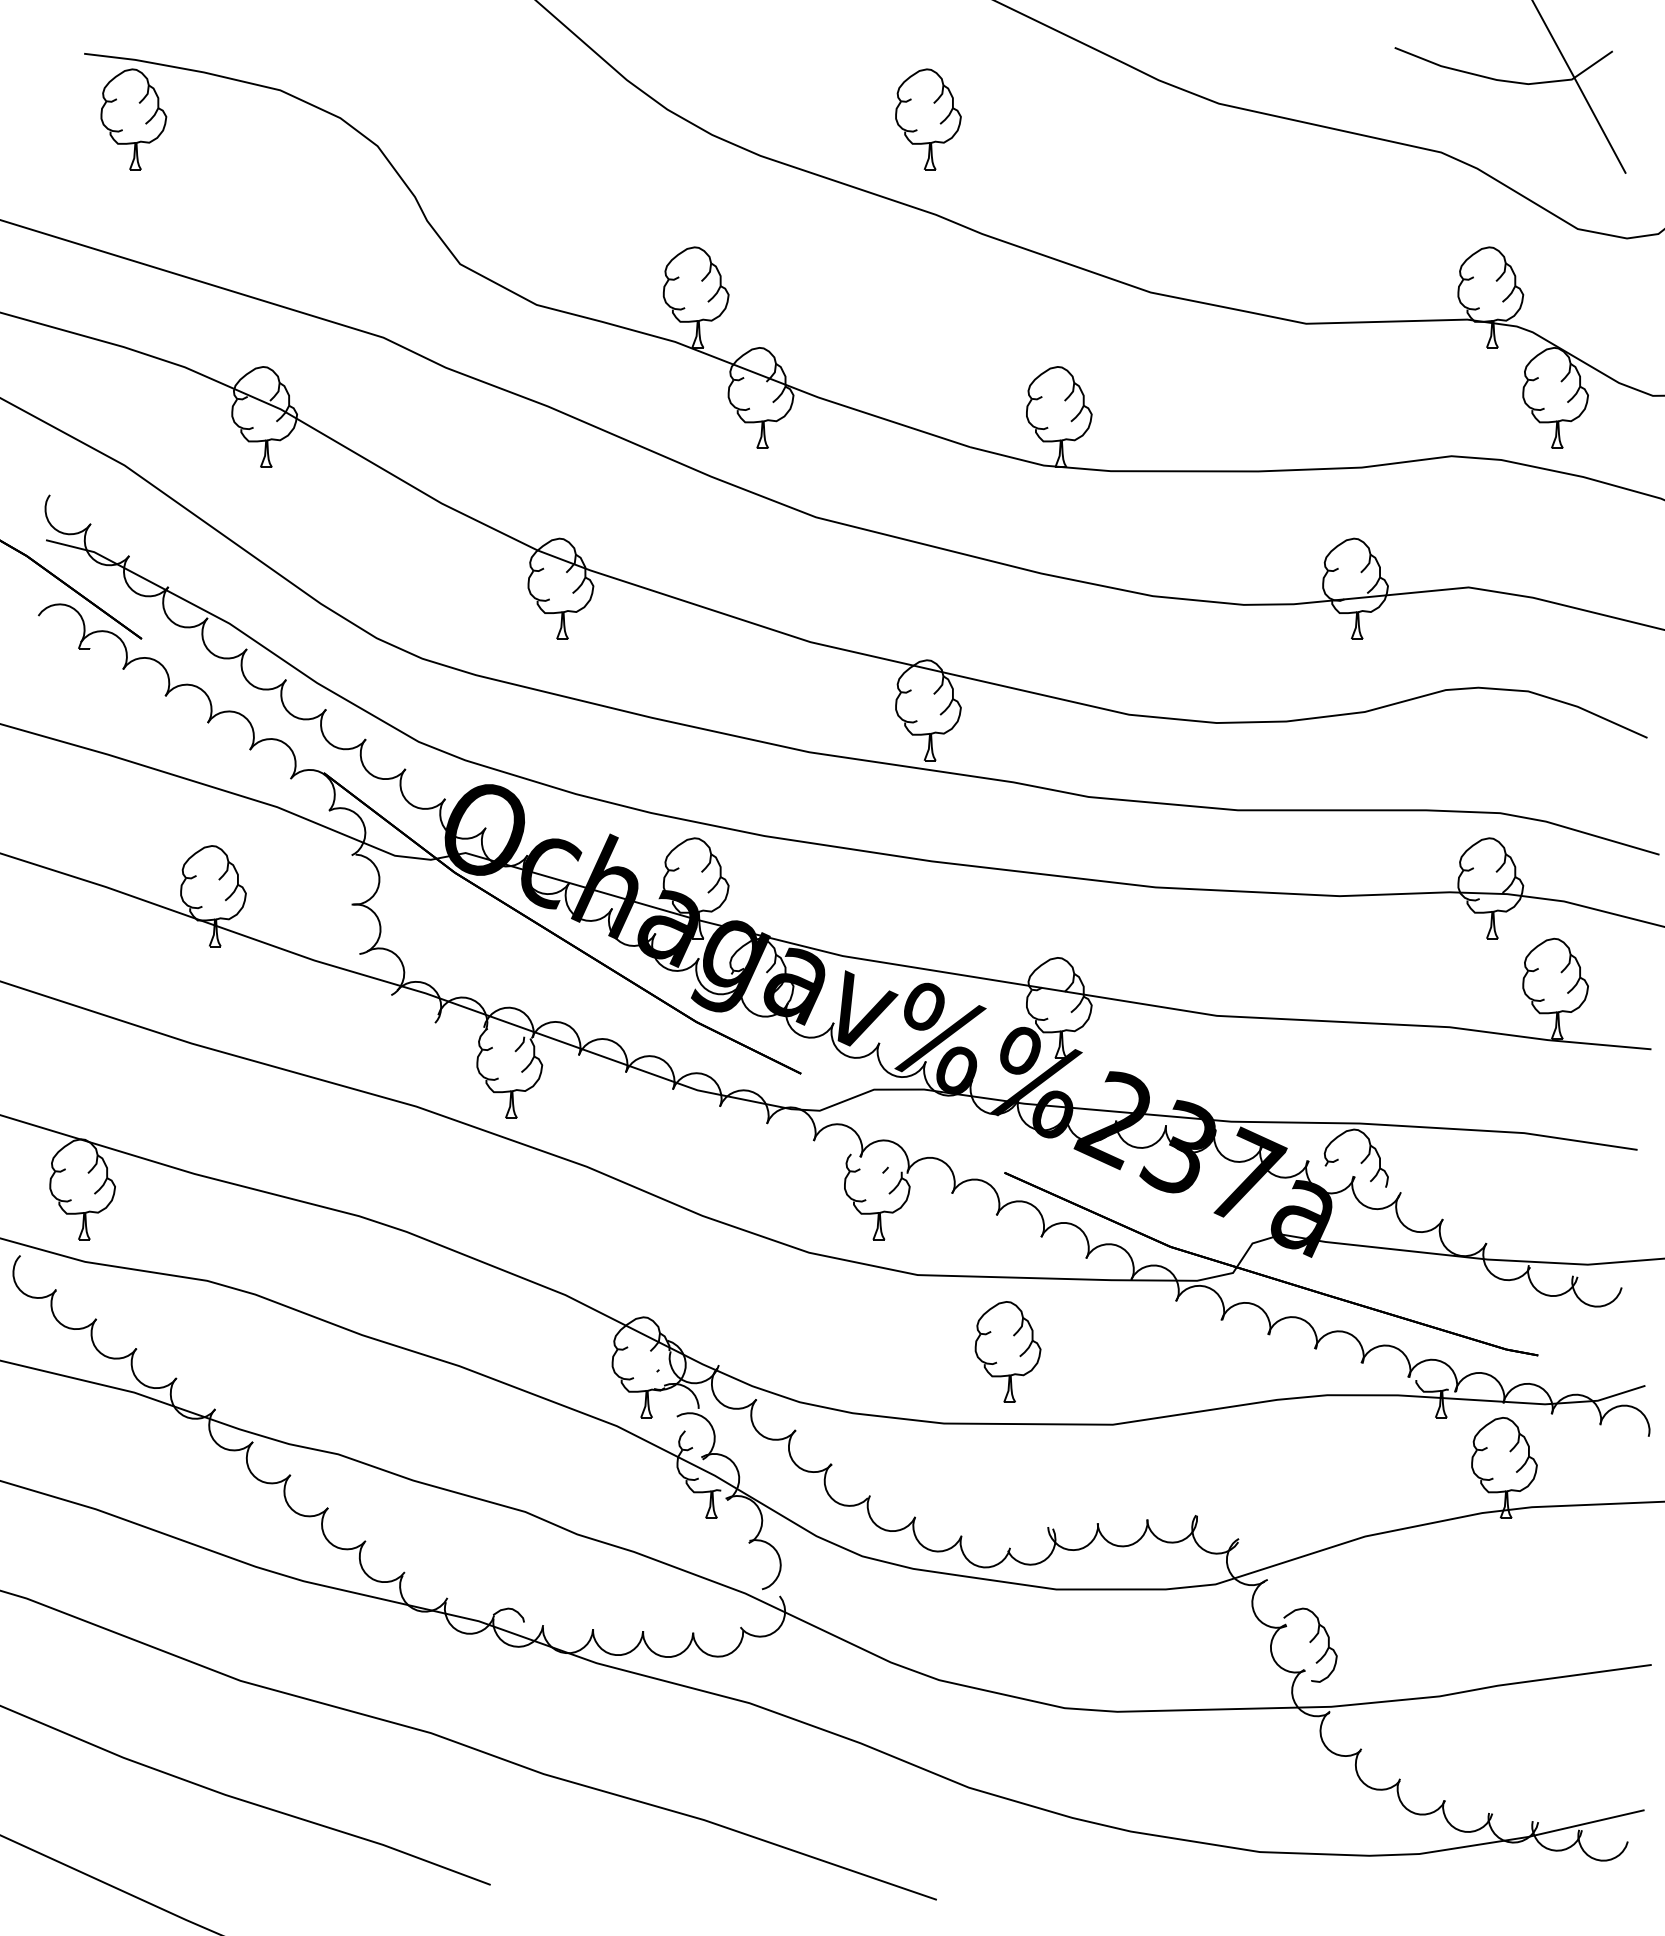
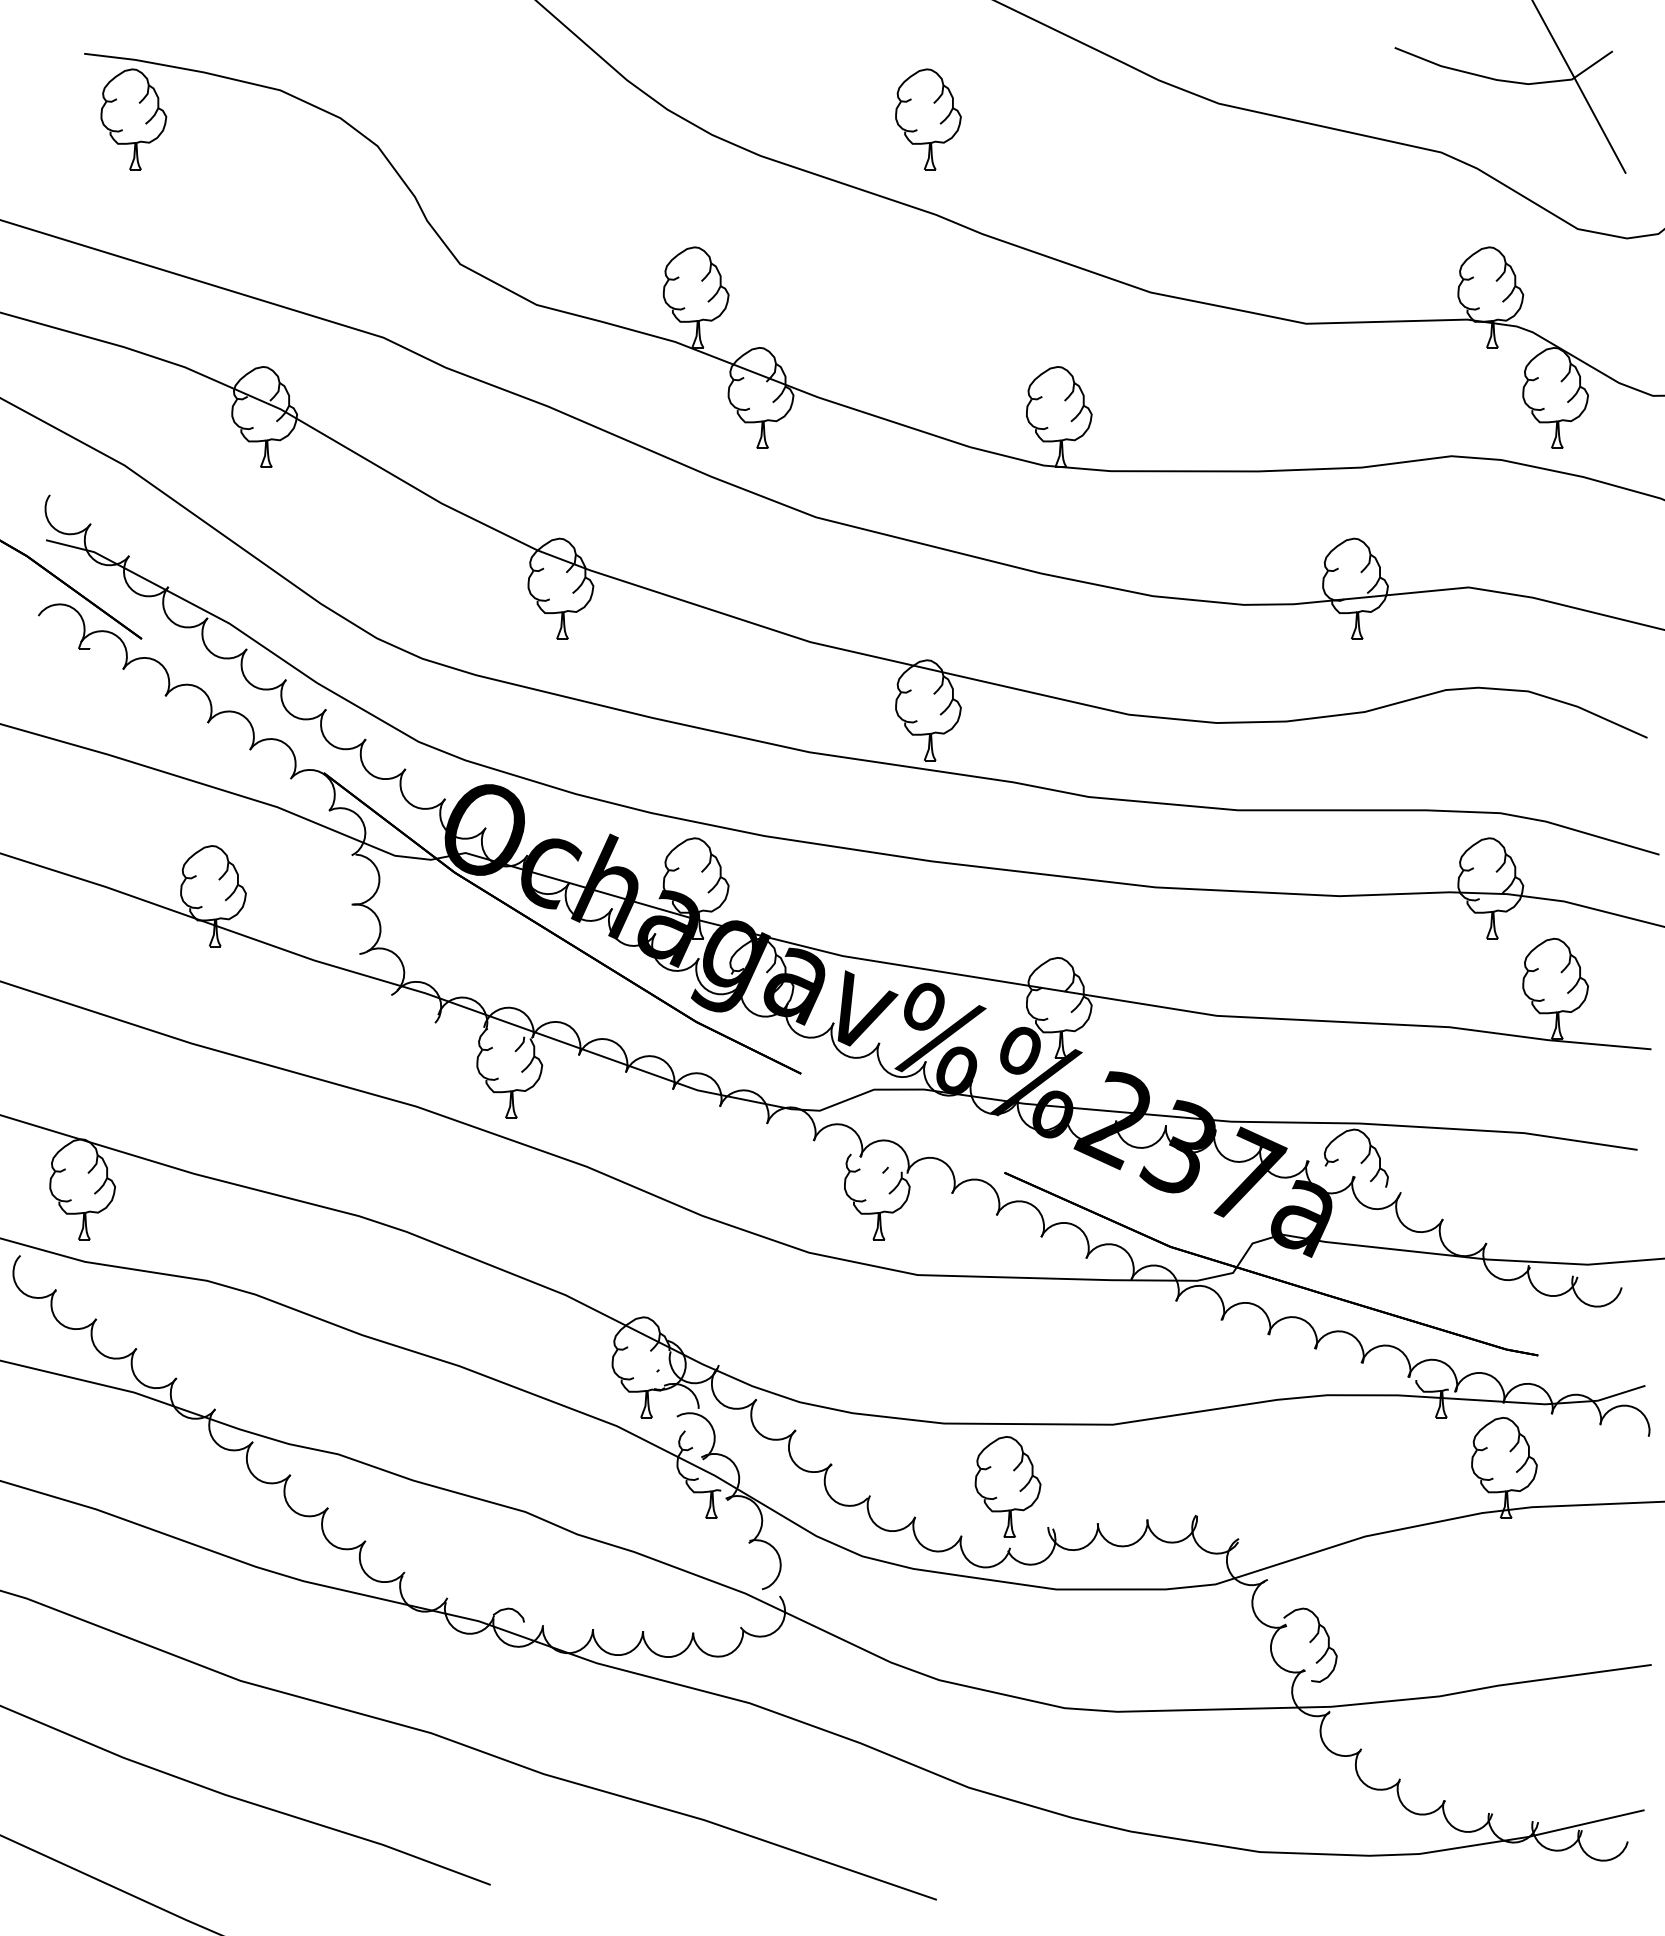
part at (1007, 1351) position: (1007, 1351) -> (1007, 1486)
